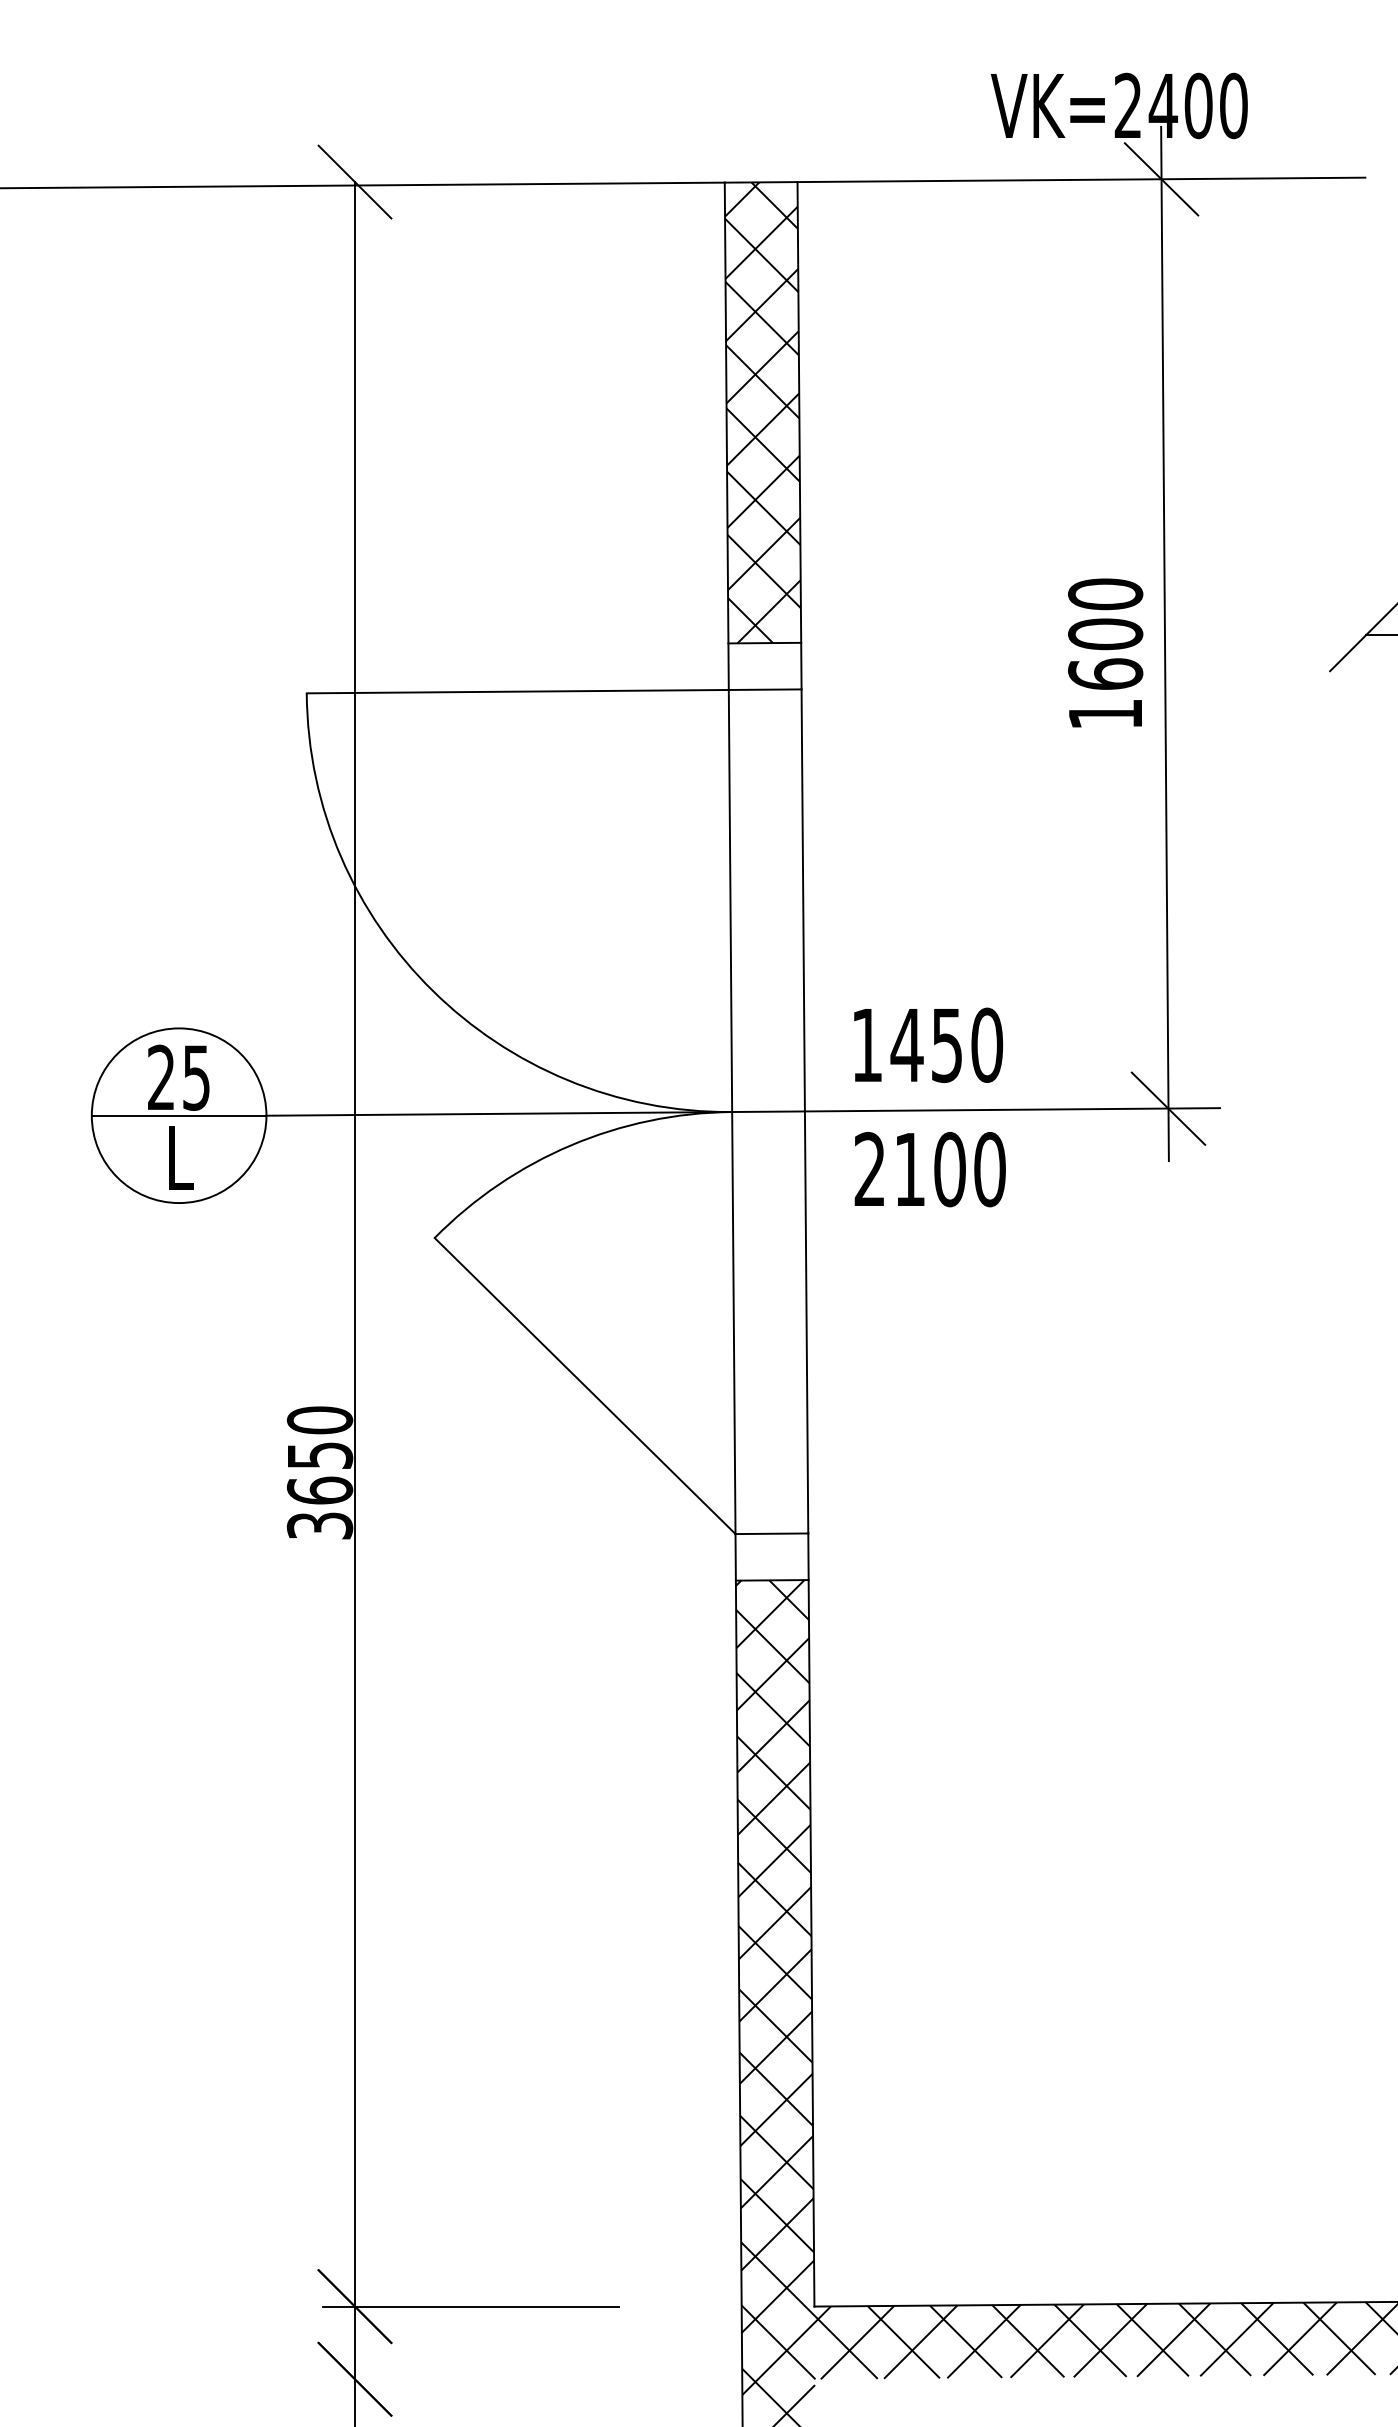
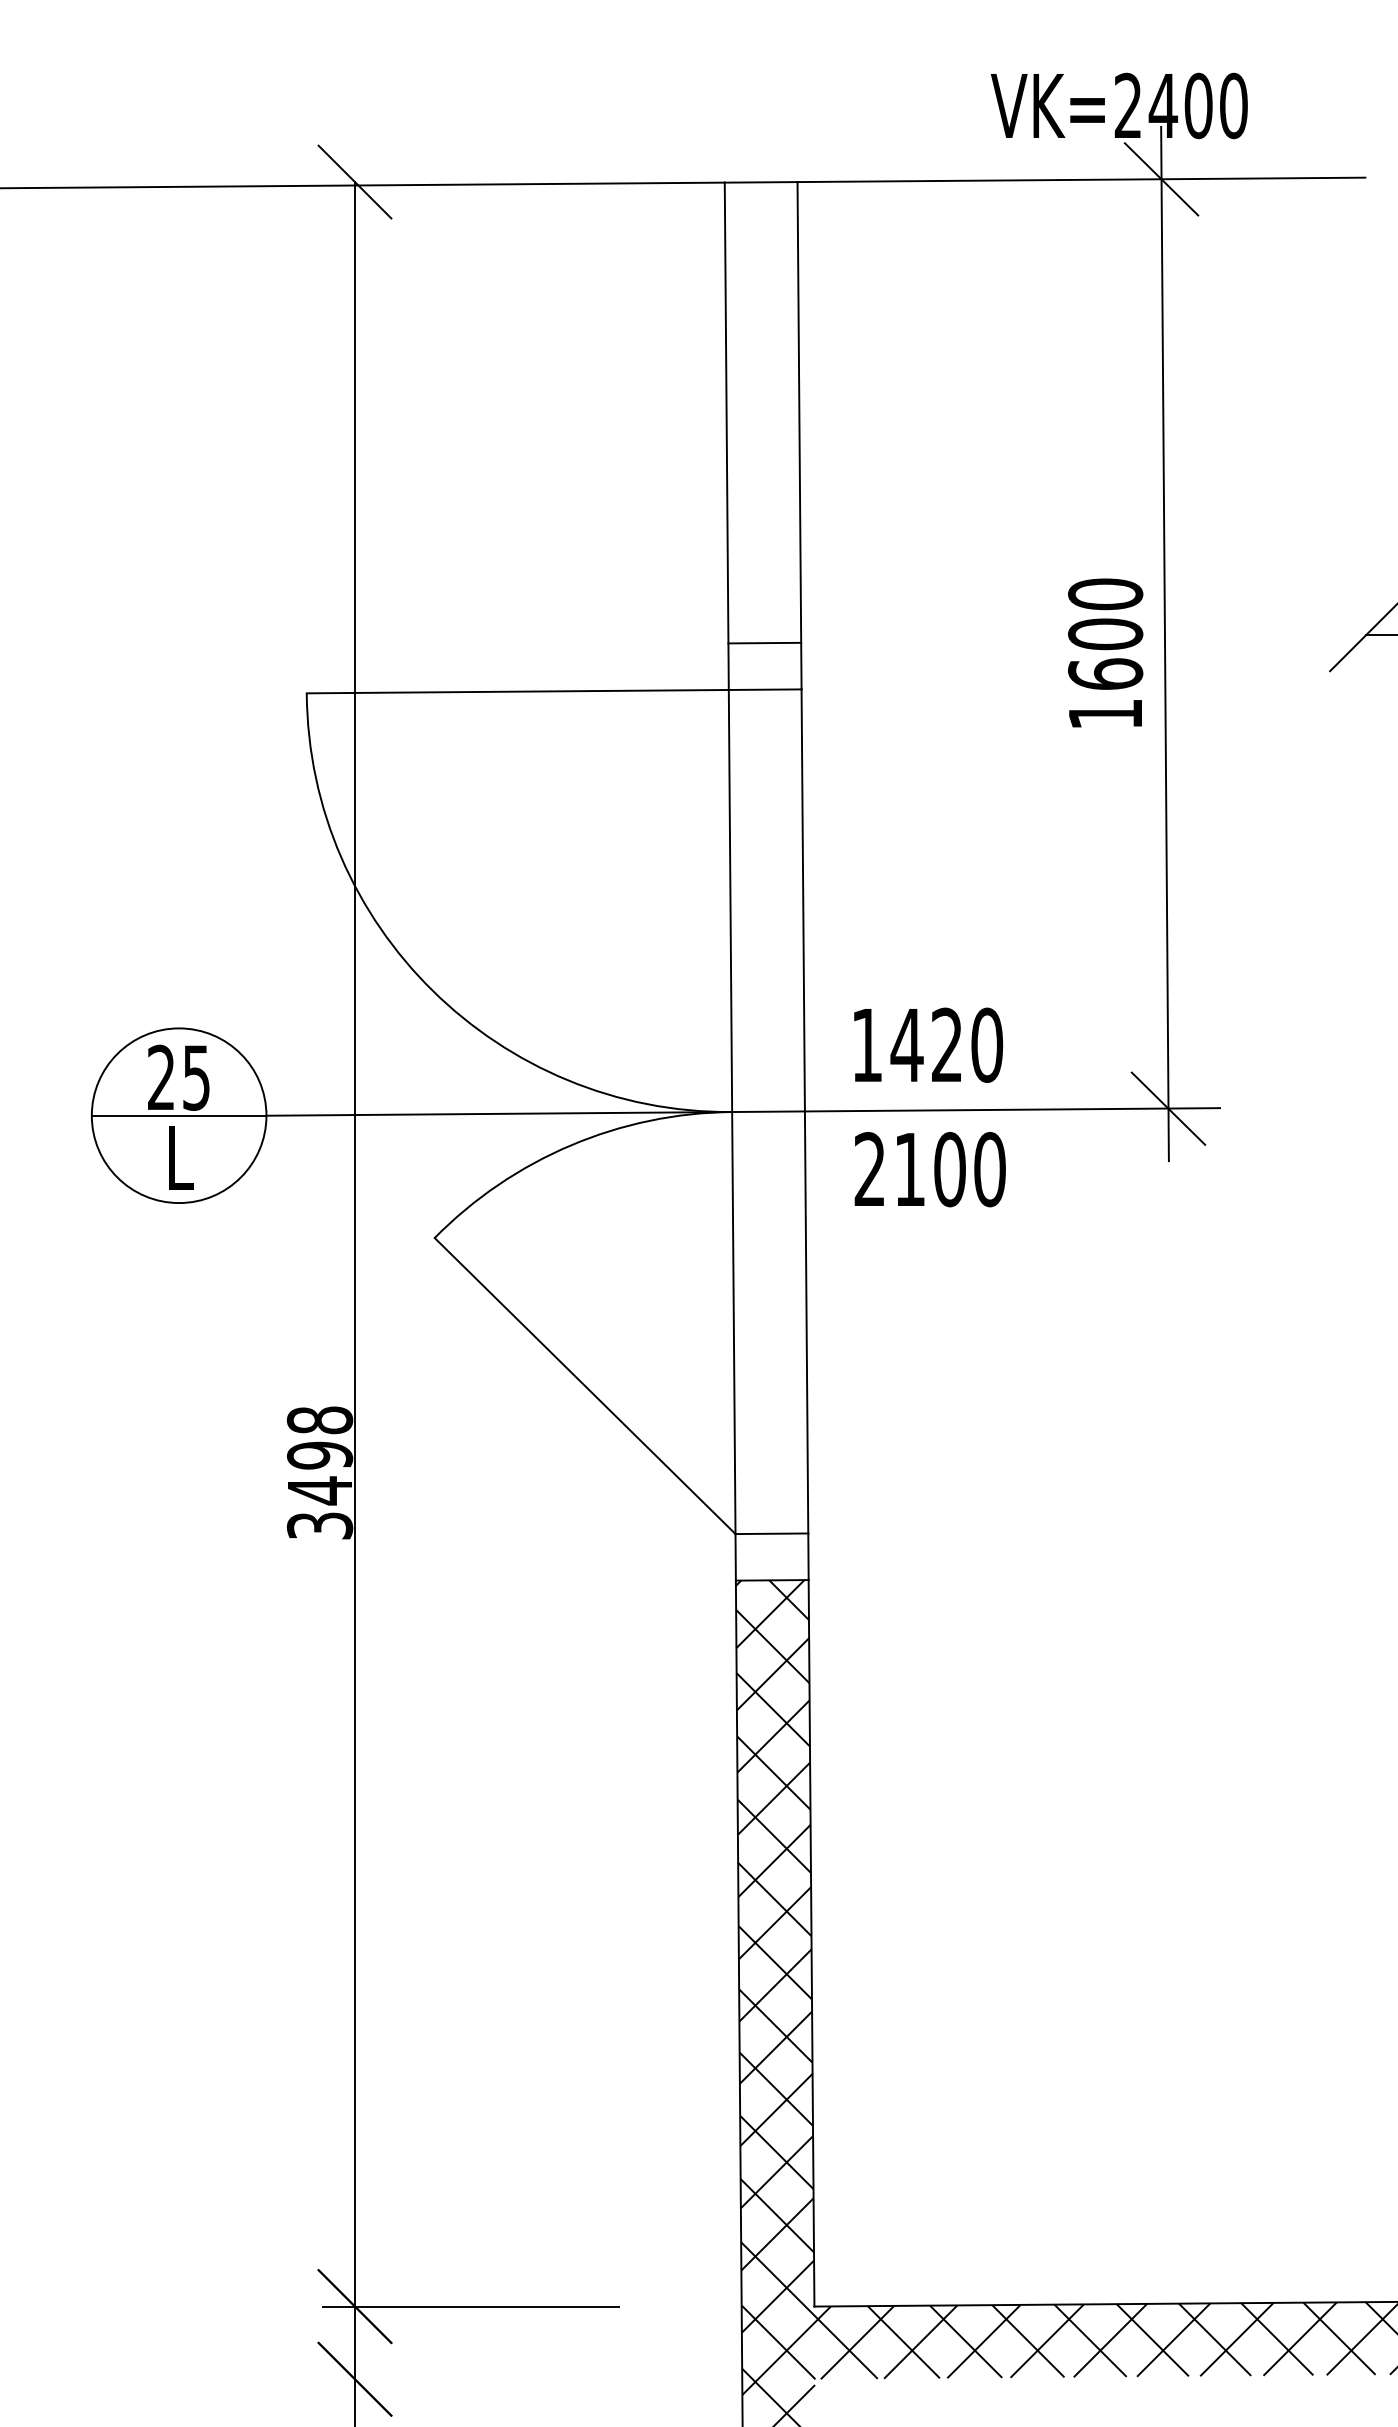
hatch at (763, 412): present -> none
text at (946, 1044): 1450 -> 1420
text at (319, 1455): 3650 -> 3498
